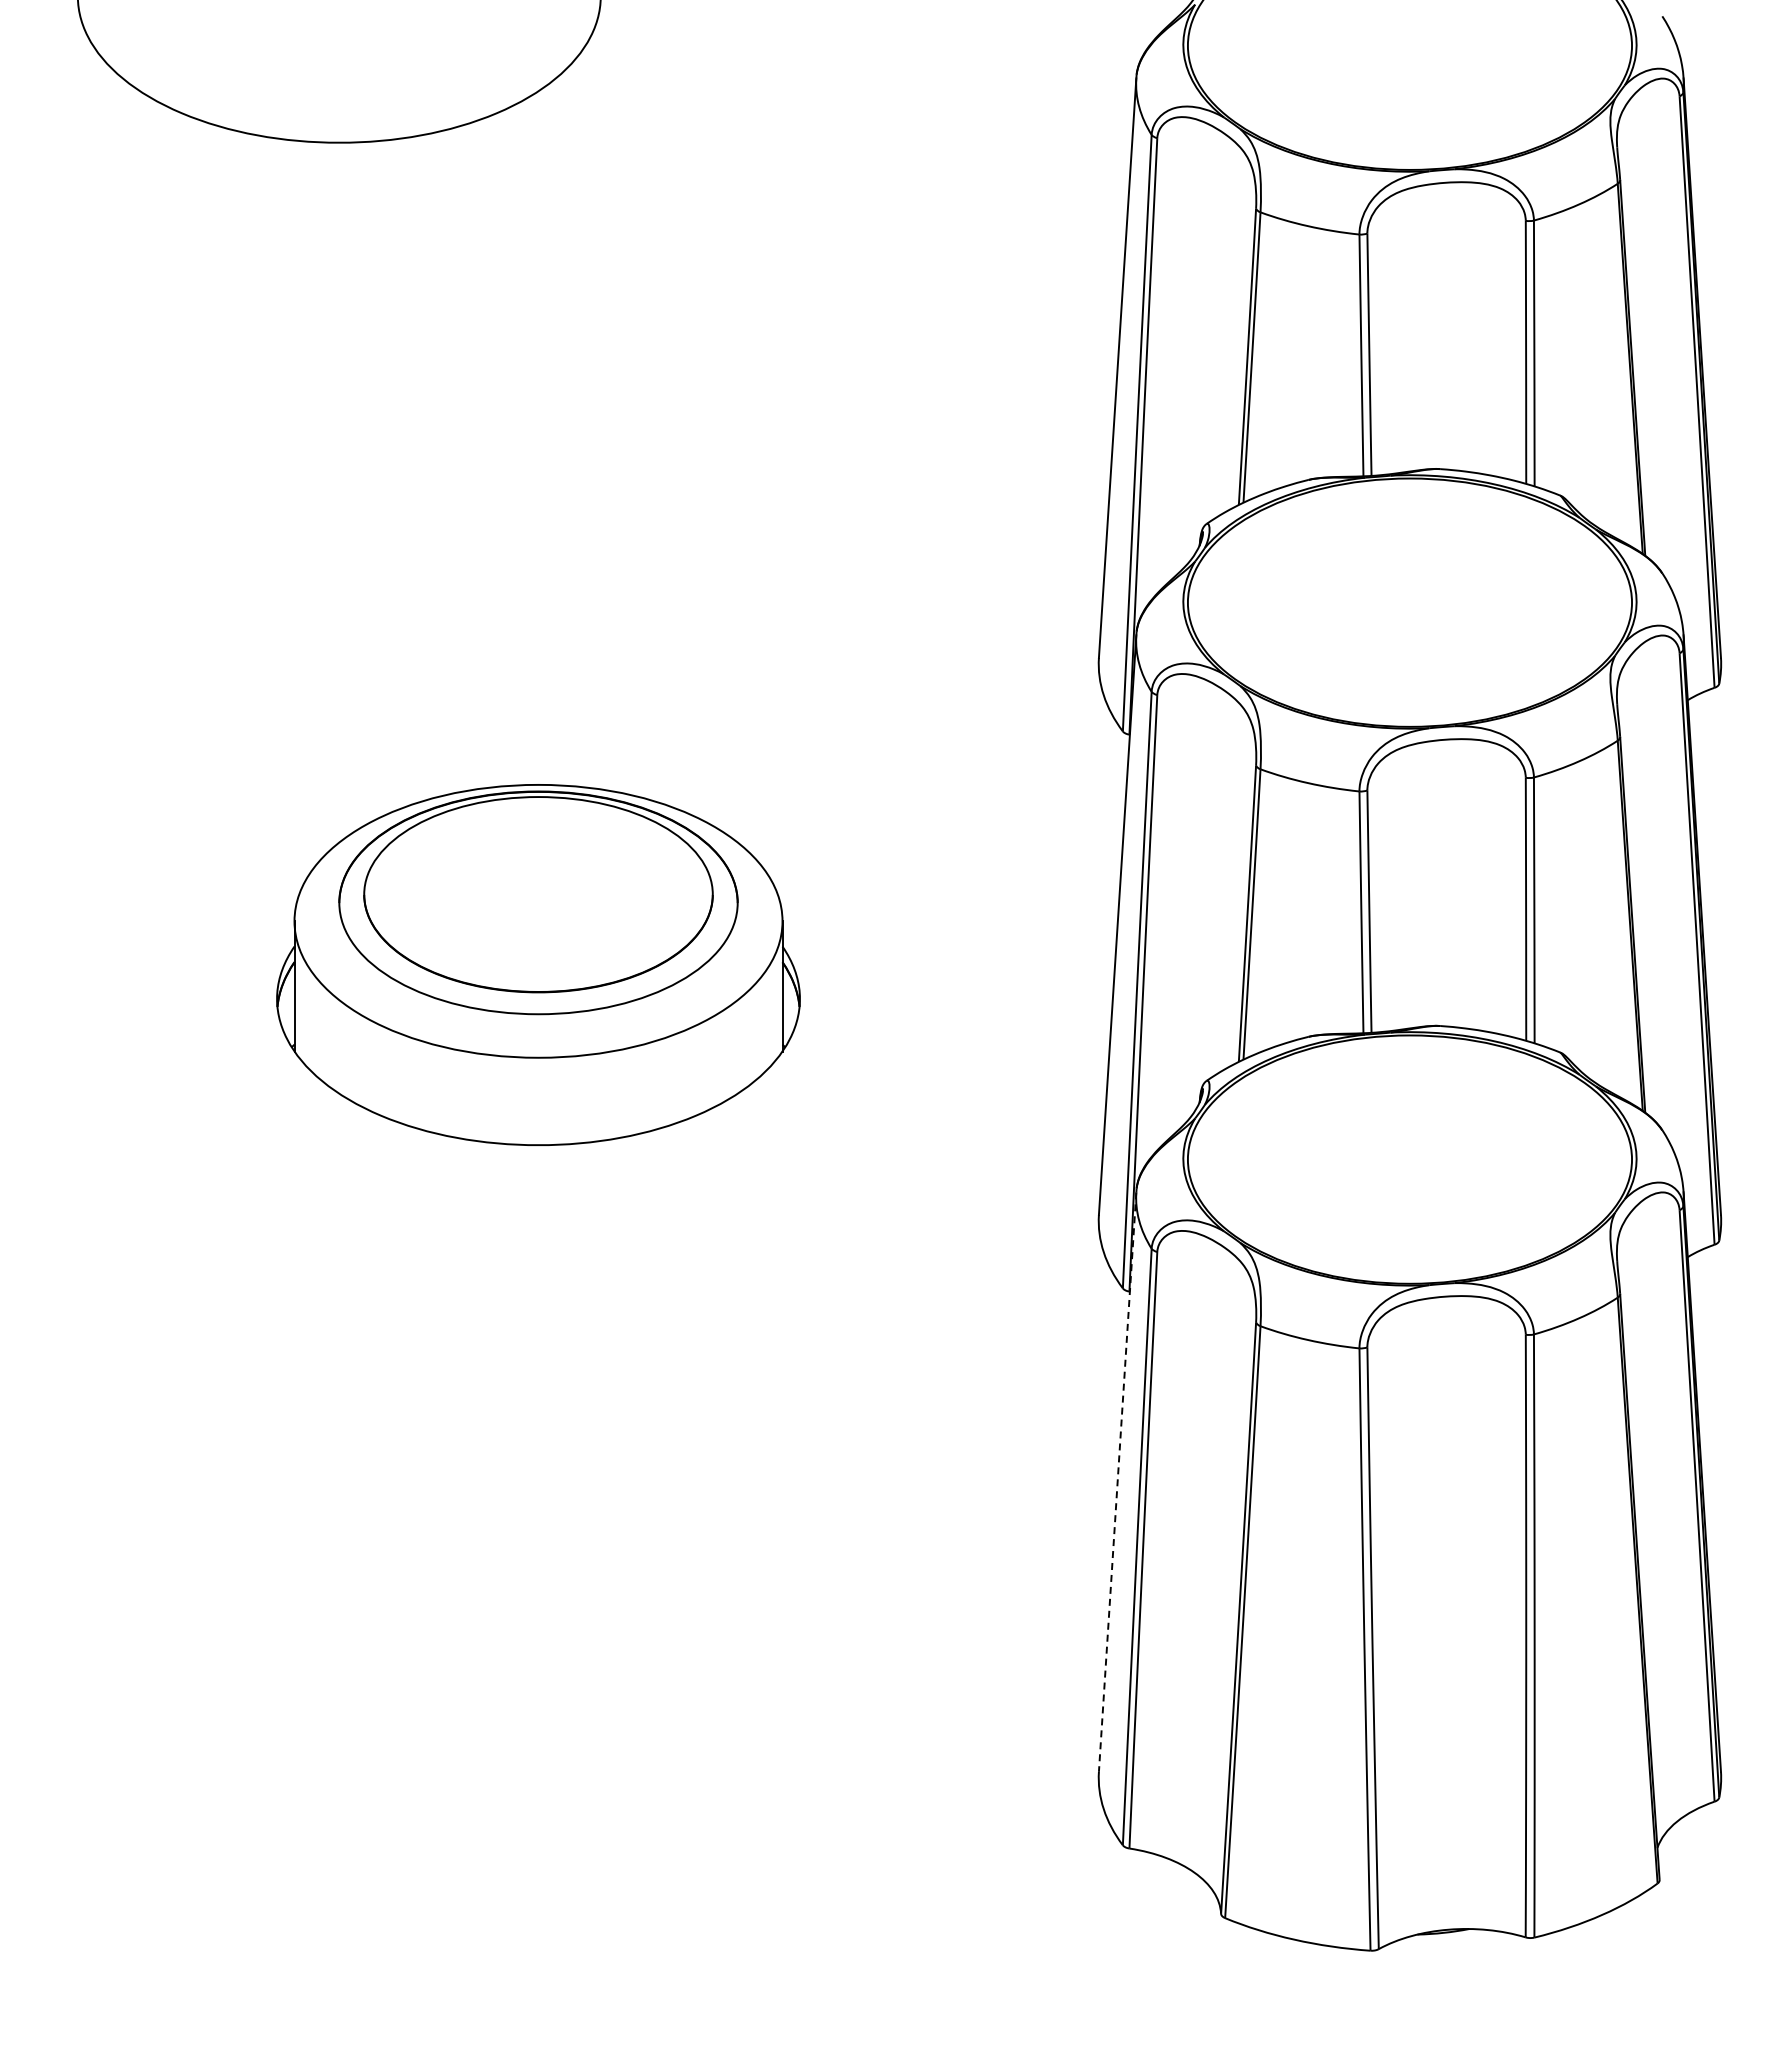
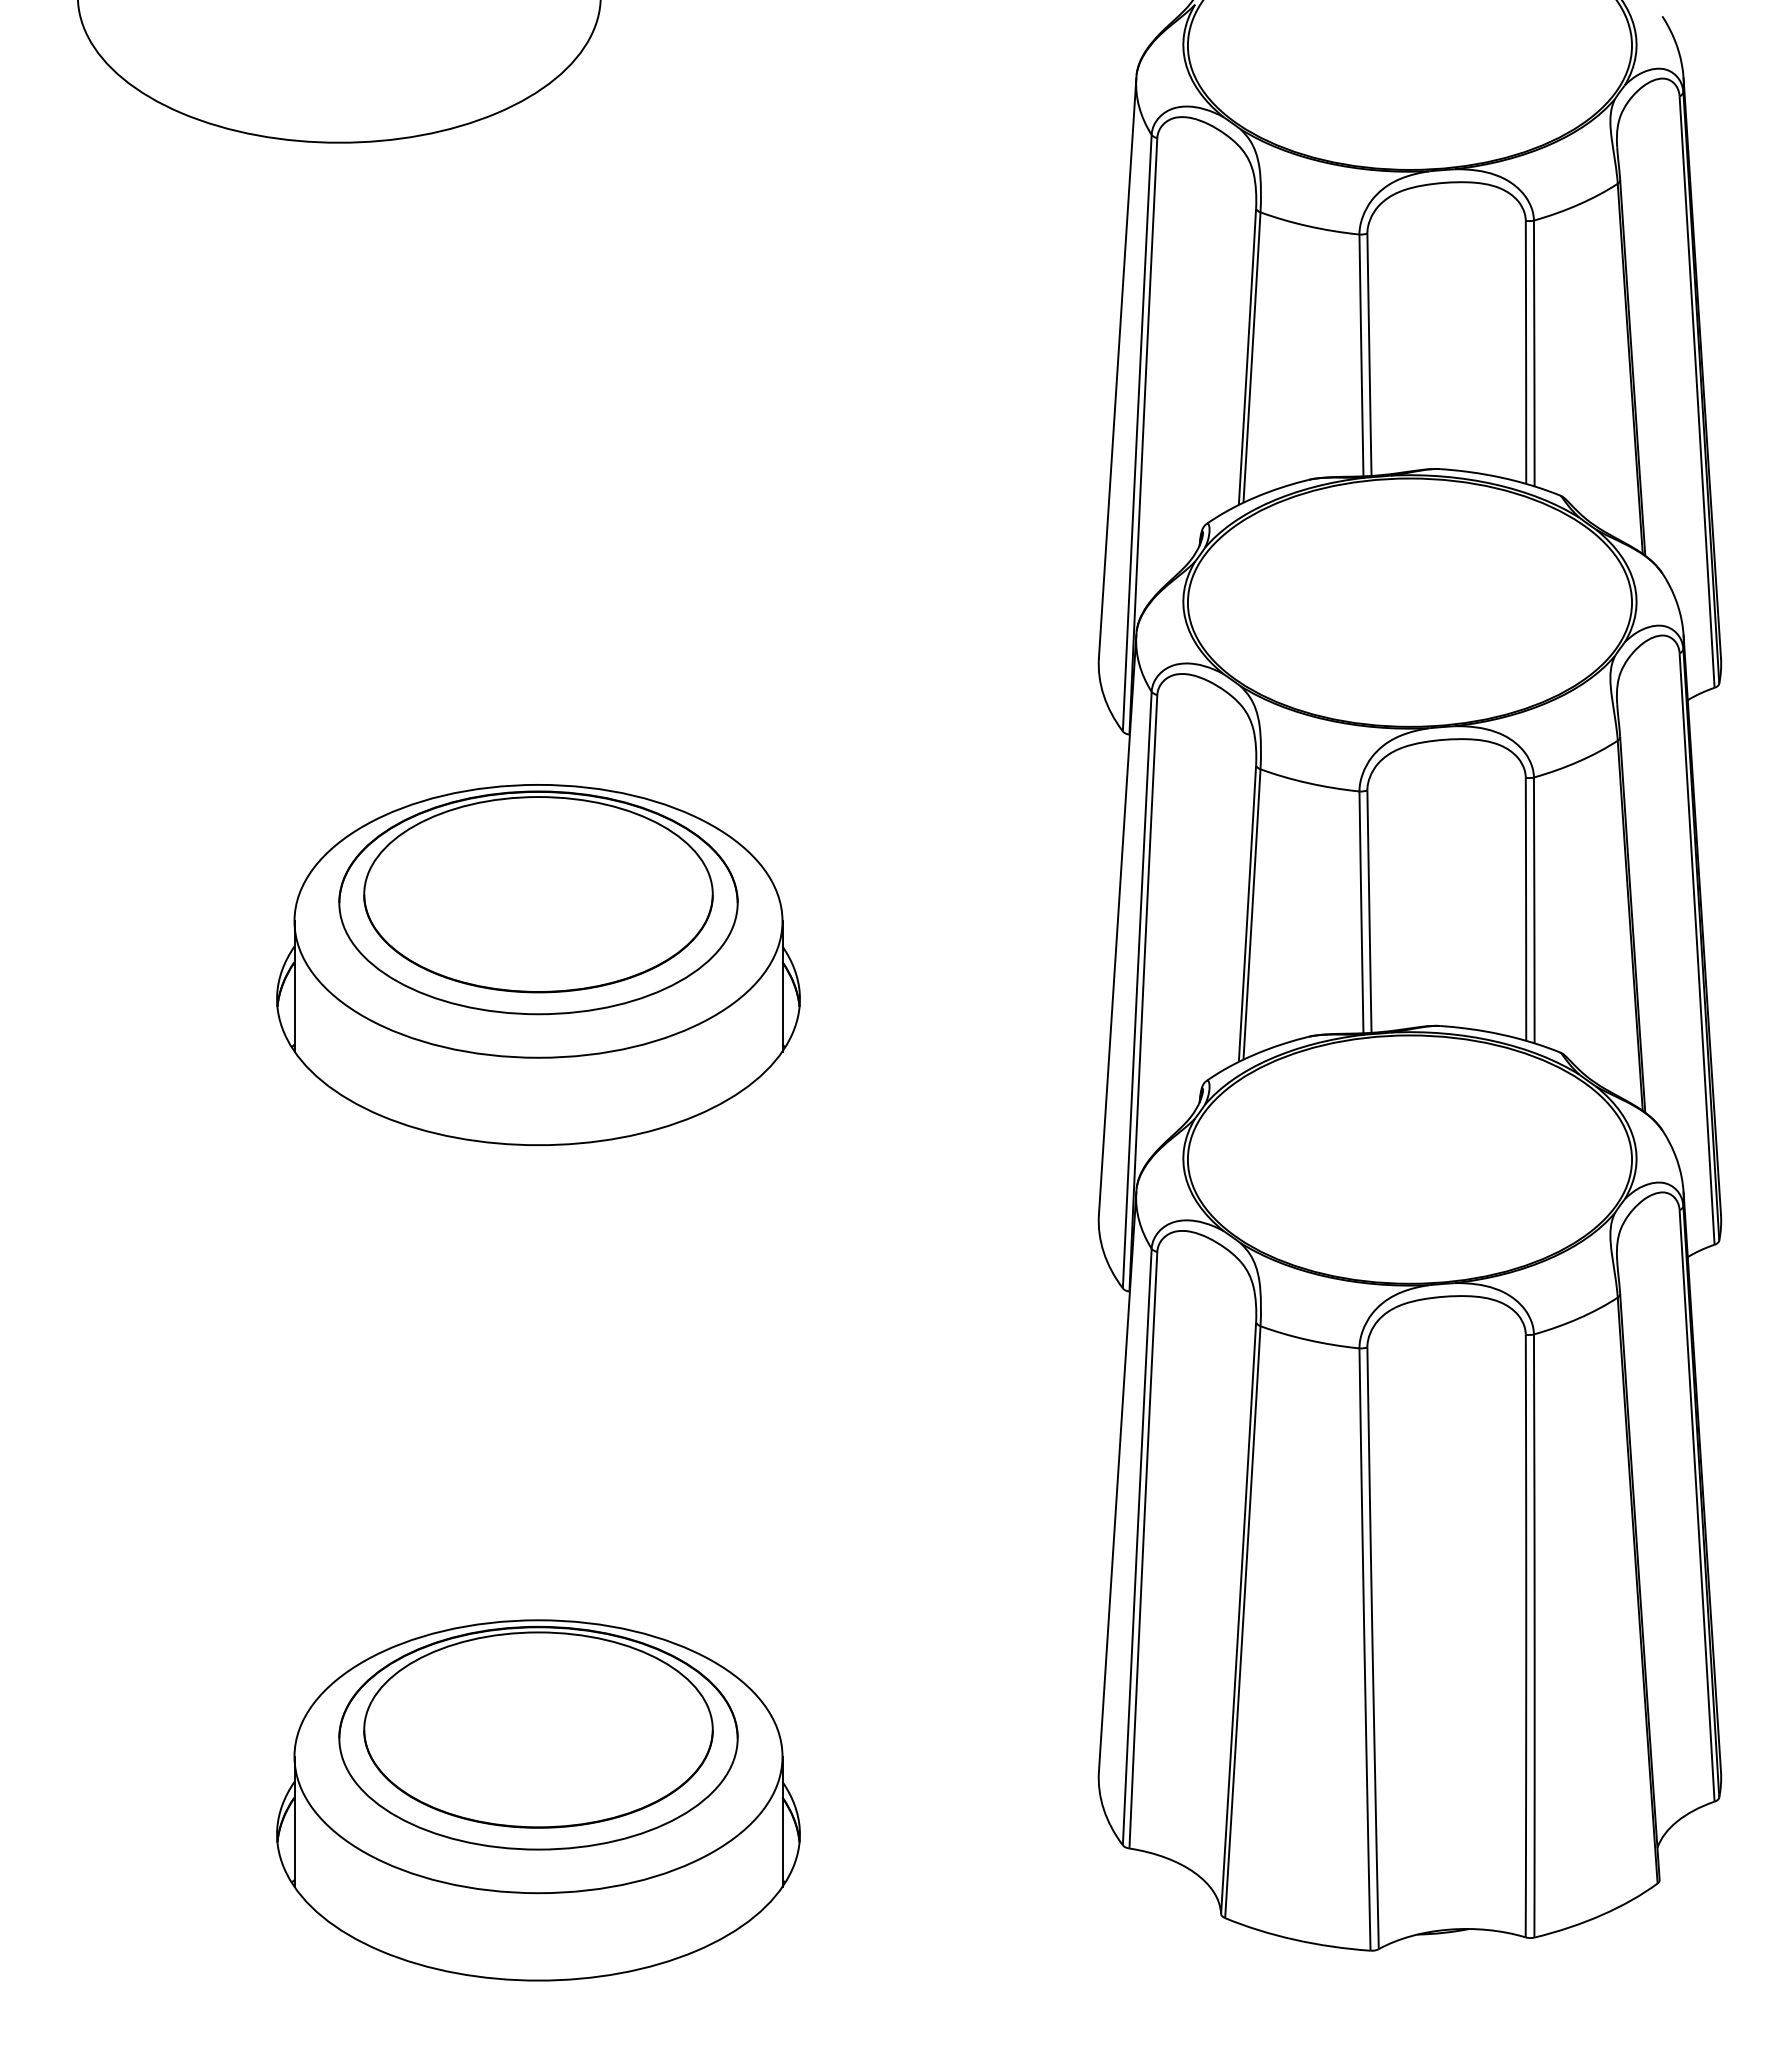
line at (1117, 1482): dashed -> solid
part at (538, 1800): none -> present
